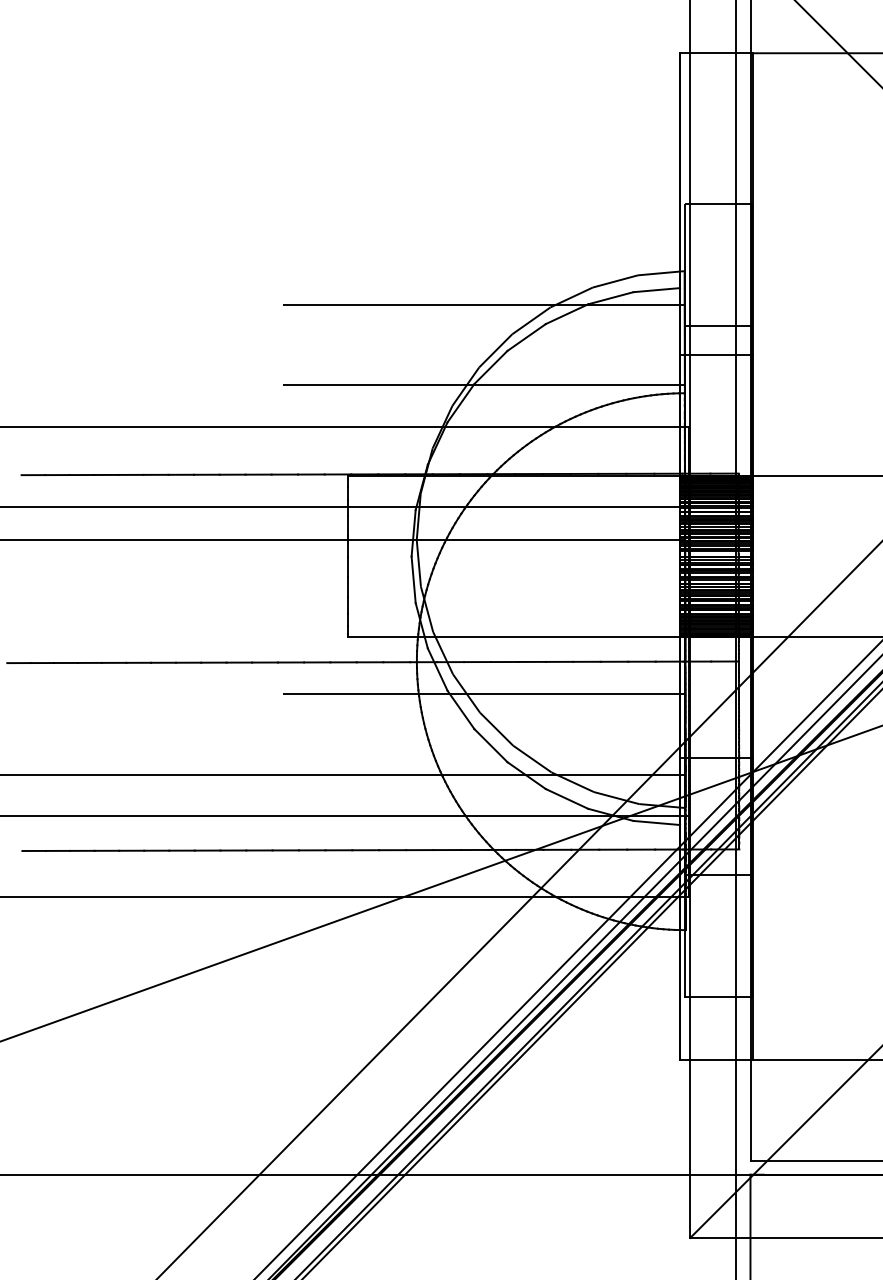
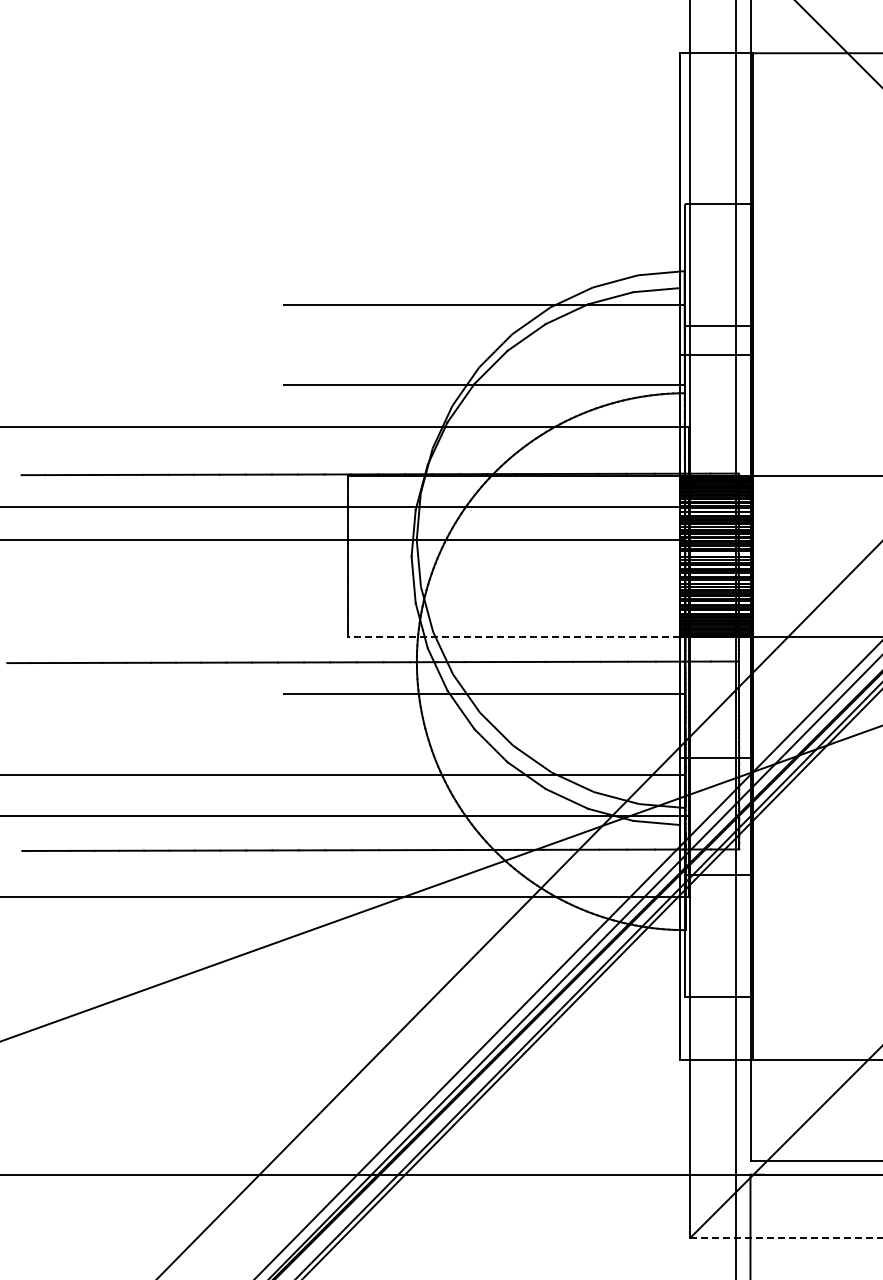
line at (513, 637): solid -> dashed
line at (786, 1238): solid -> dashed
